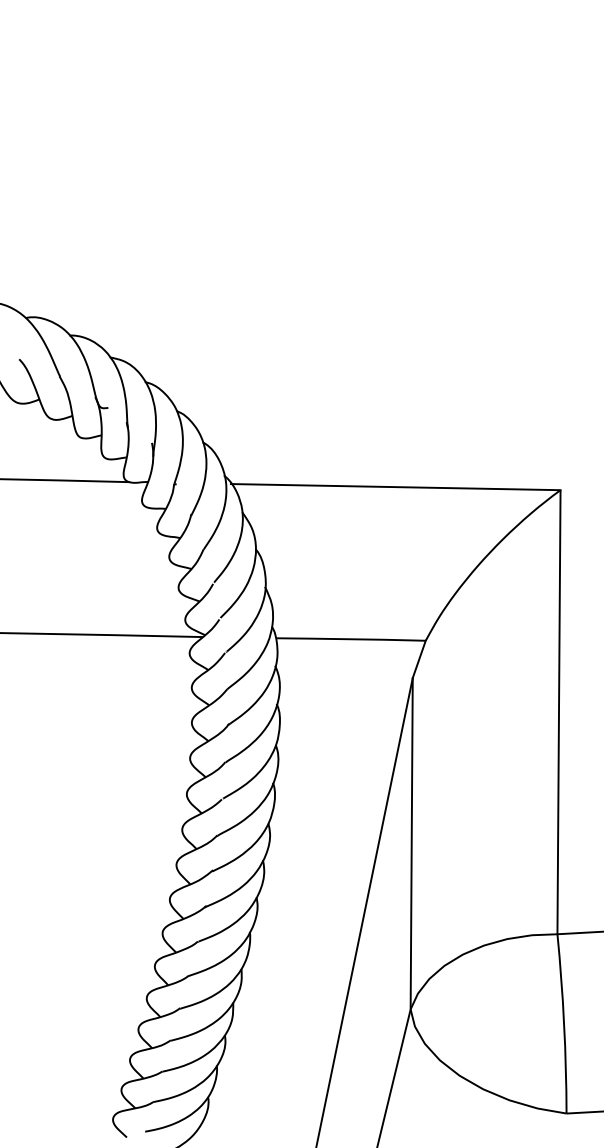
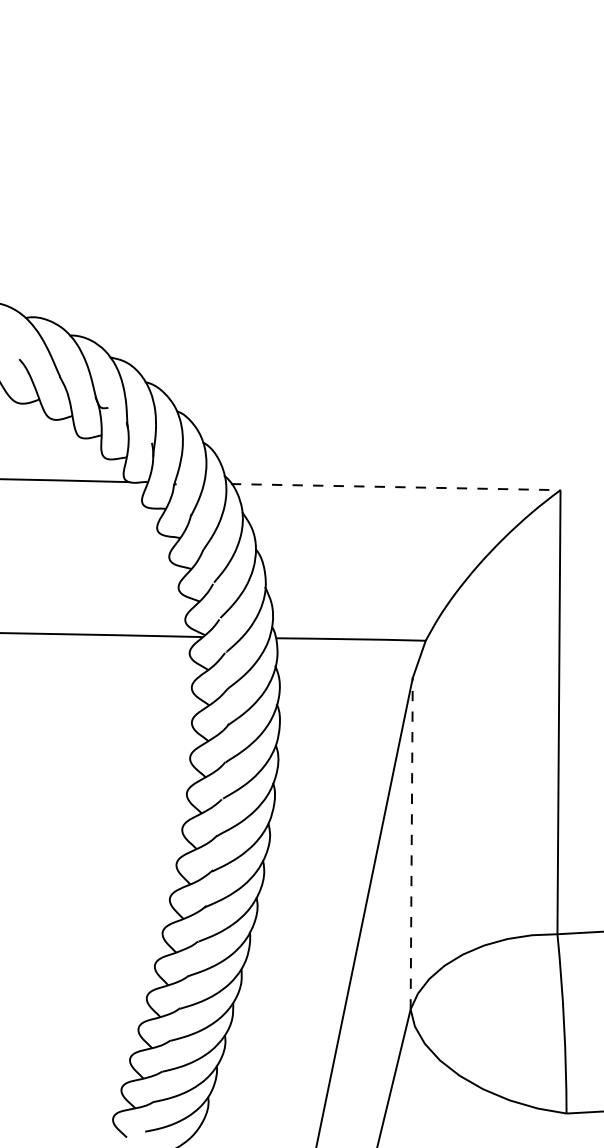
line at (395, 487): solid -> dashed
line at (411, 843): solid -> dashed
